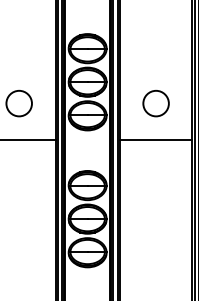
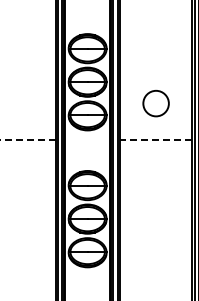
circle at (18, 103): present -> none
line at (27, 140): solid -> dashed
line at (155, 140): solid -> dashed
